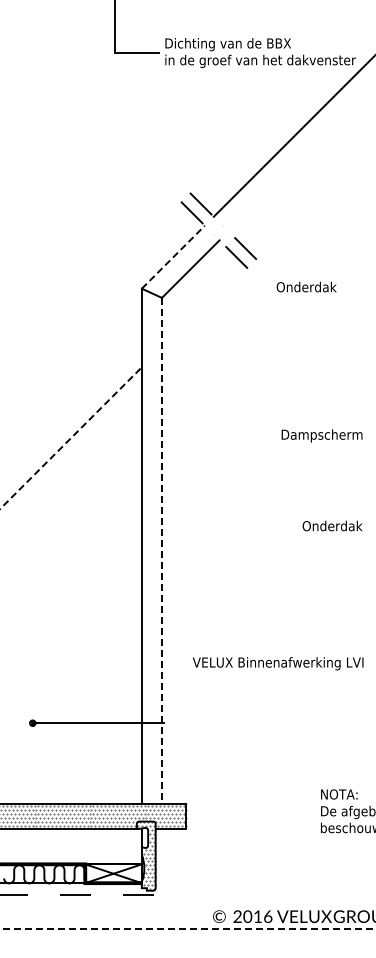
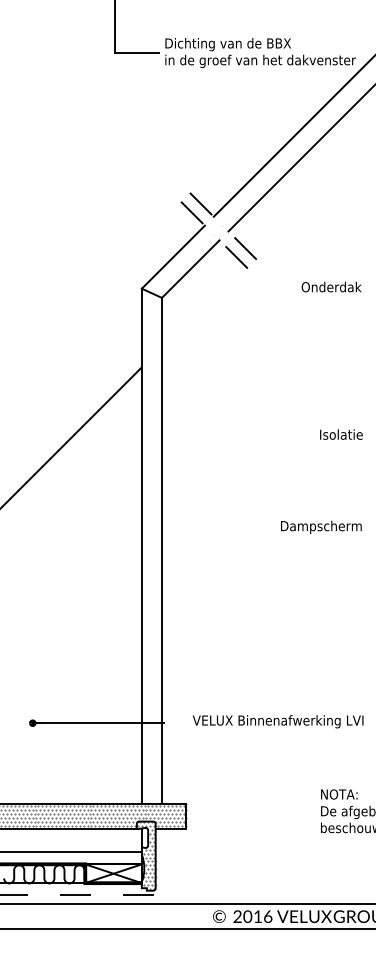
line at (300, 158): none -> present
line at (173, 257): dashed -> solid
text at (306, 286) position: (306, 286) -> (331, 286)
text at (321, 435): Dampscherm -> Isolatie
line at (71, 438): dashed -> solid
text at (321, 526): Onderdak -> Dampscherm
line at (161, 551): dashed -> solid
text at (277, 663) position: (277, 663) -> (277, 721)
line at (71, 851): none -> present
line at (187, 904): none -> present
line at (188, 929): dashed -> solid
